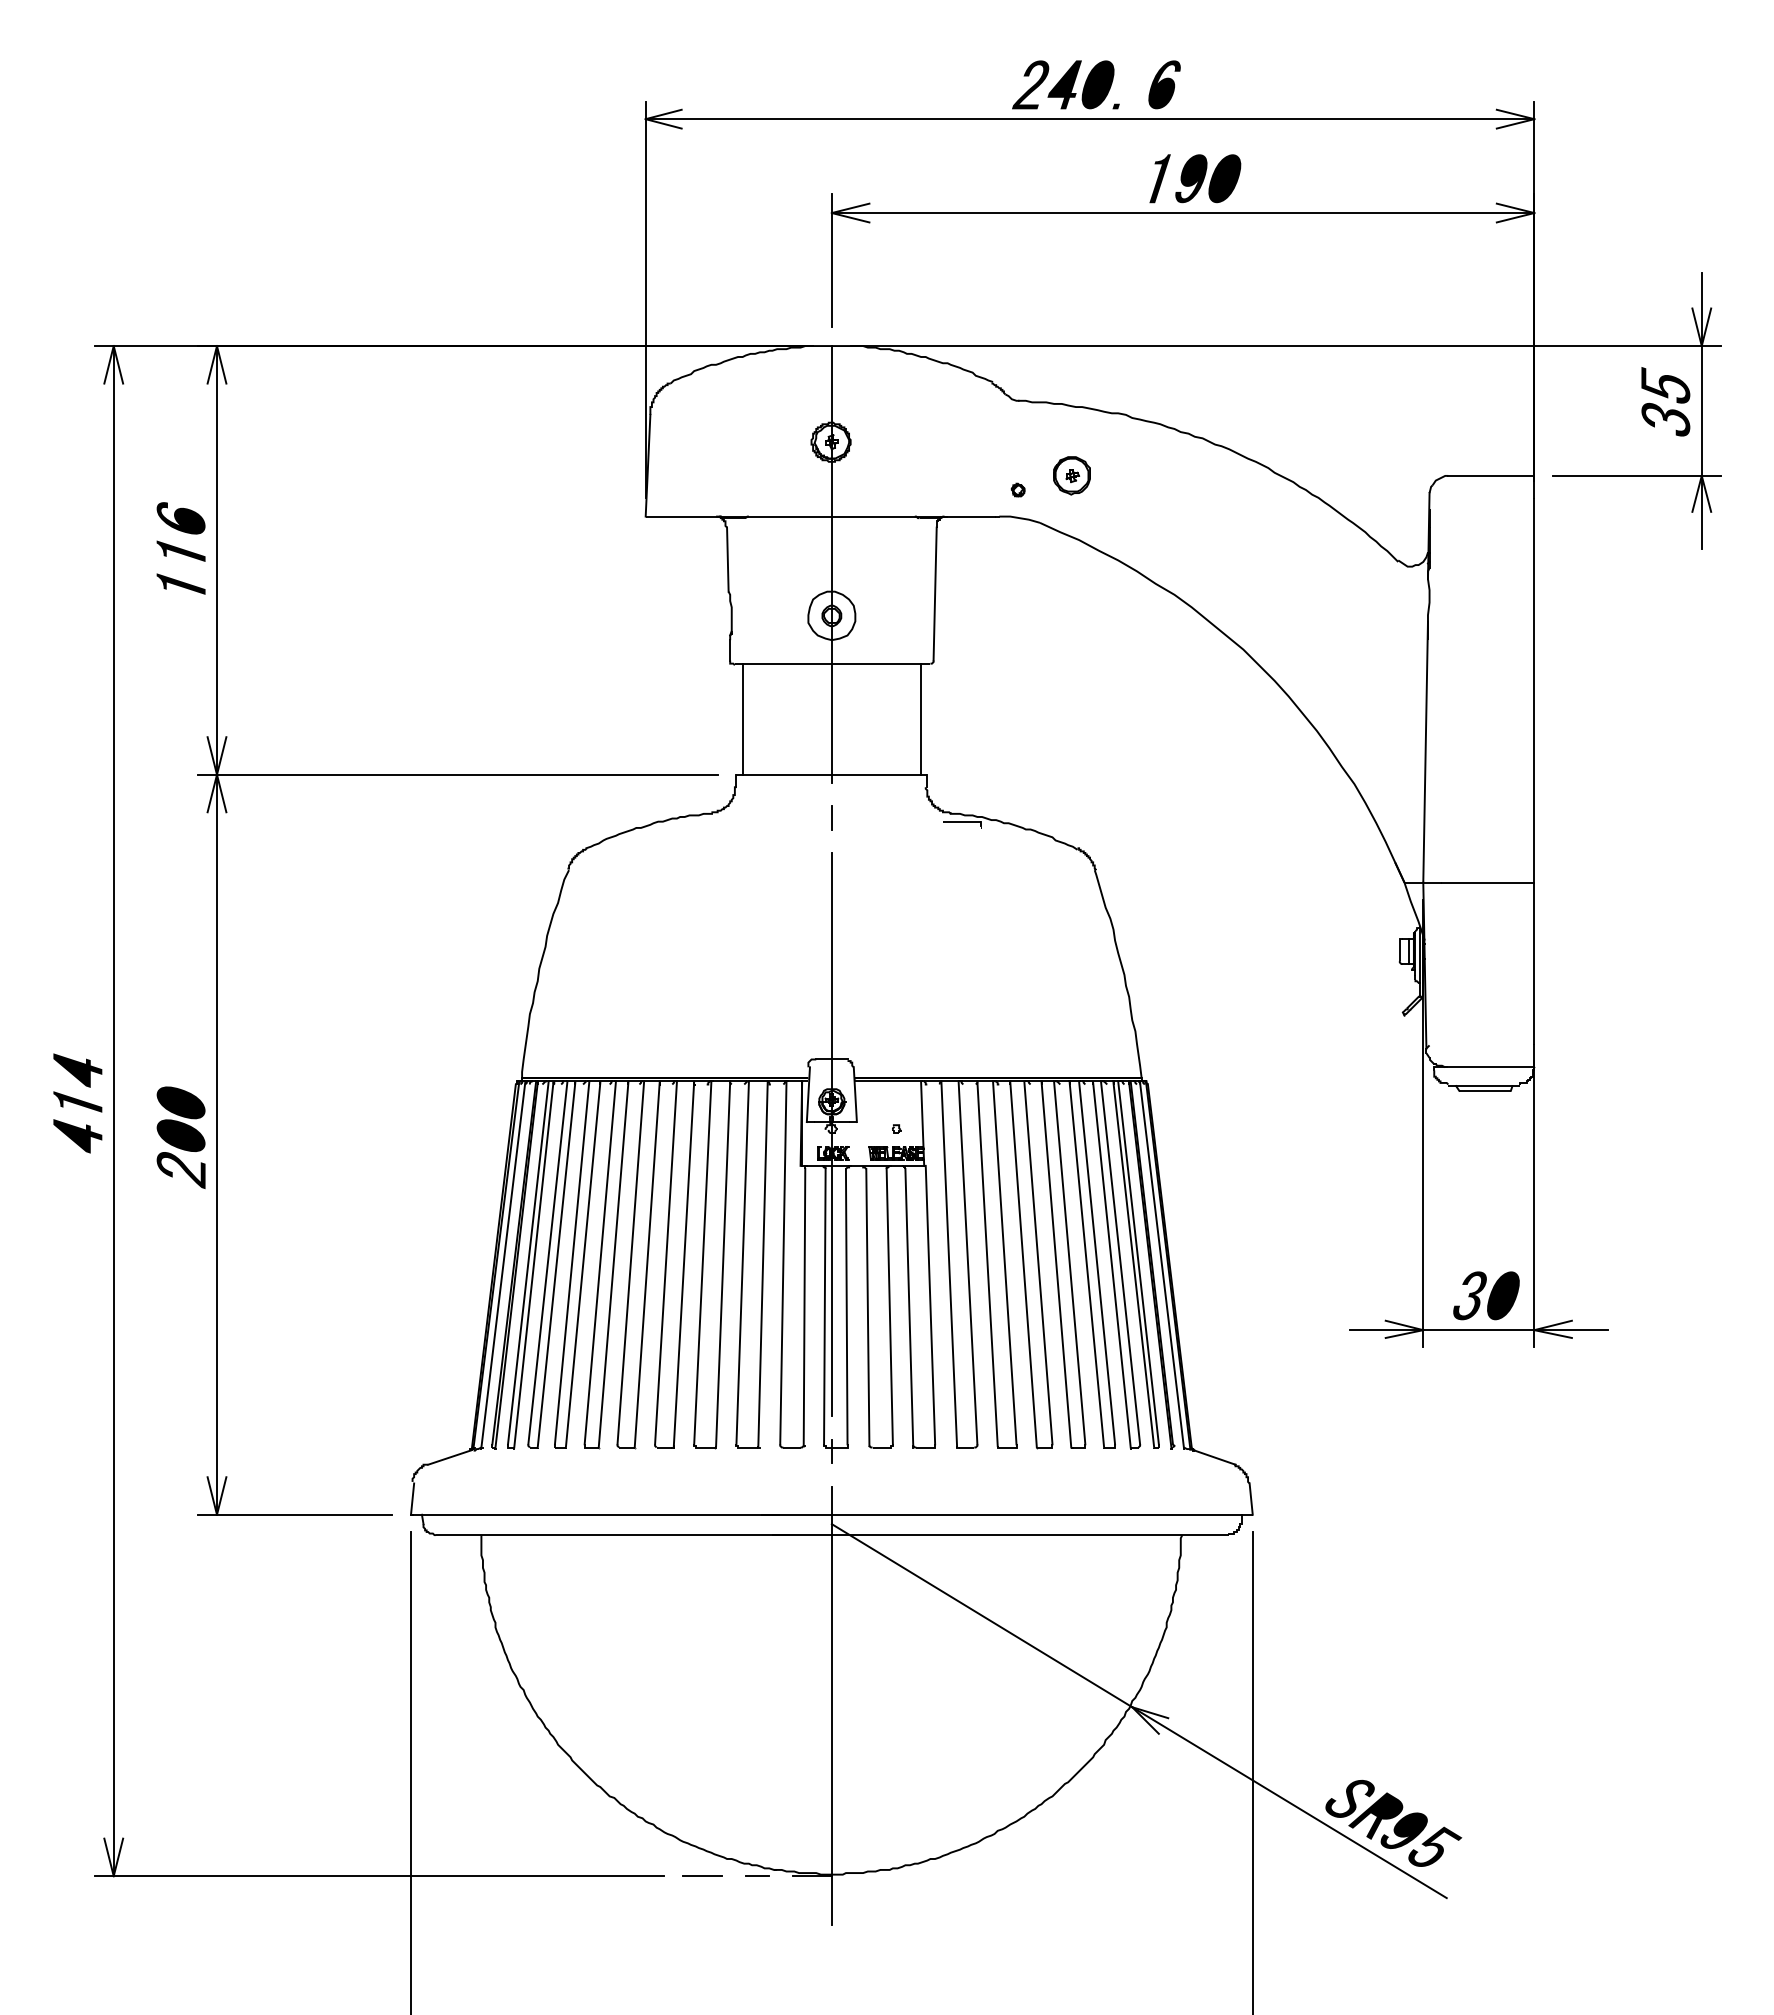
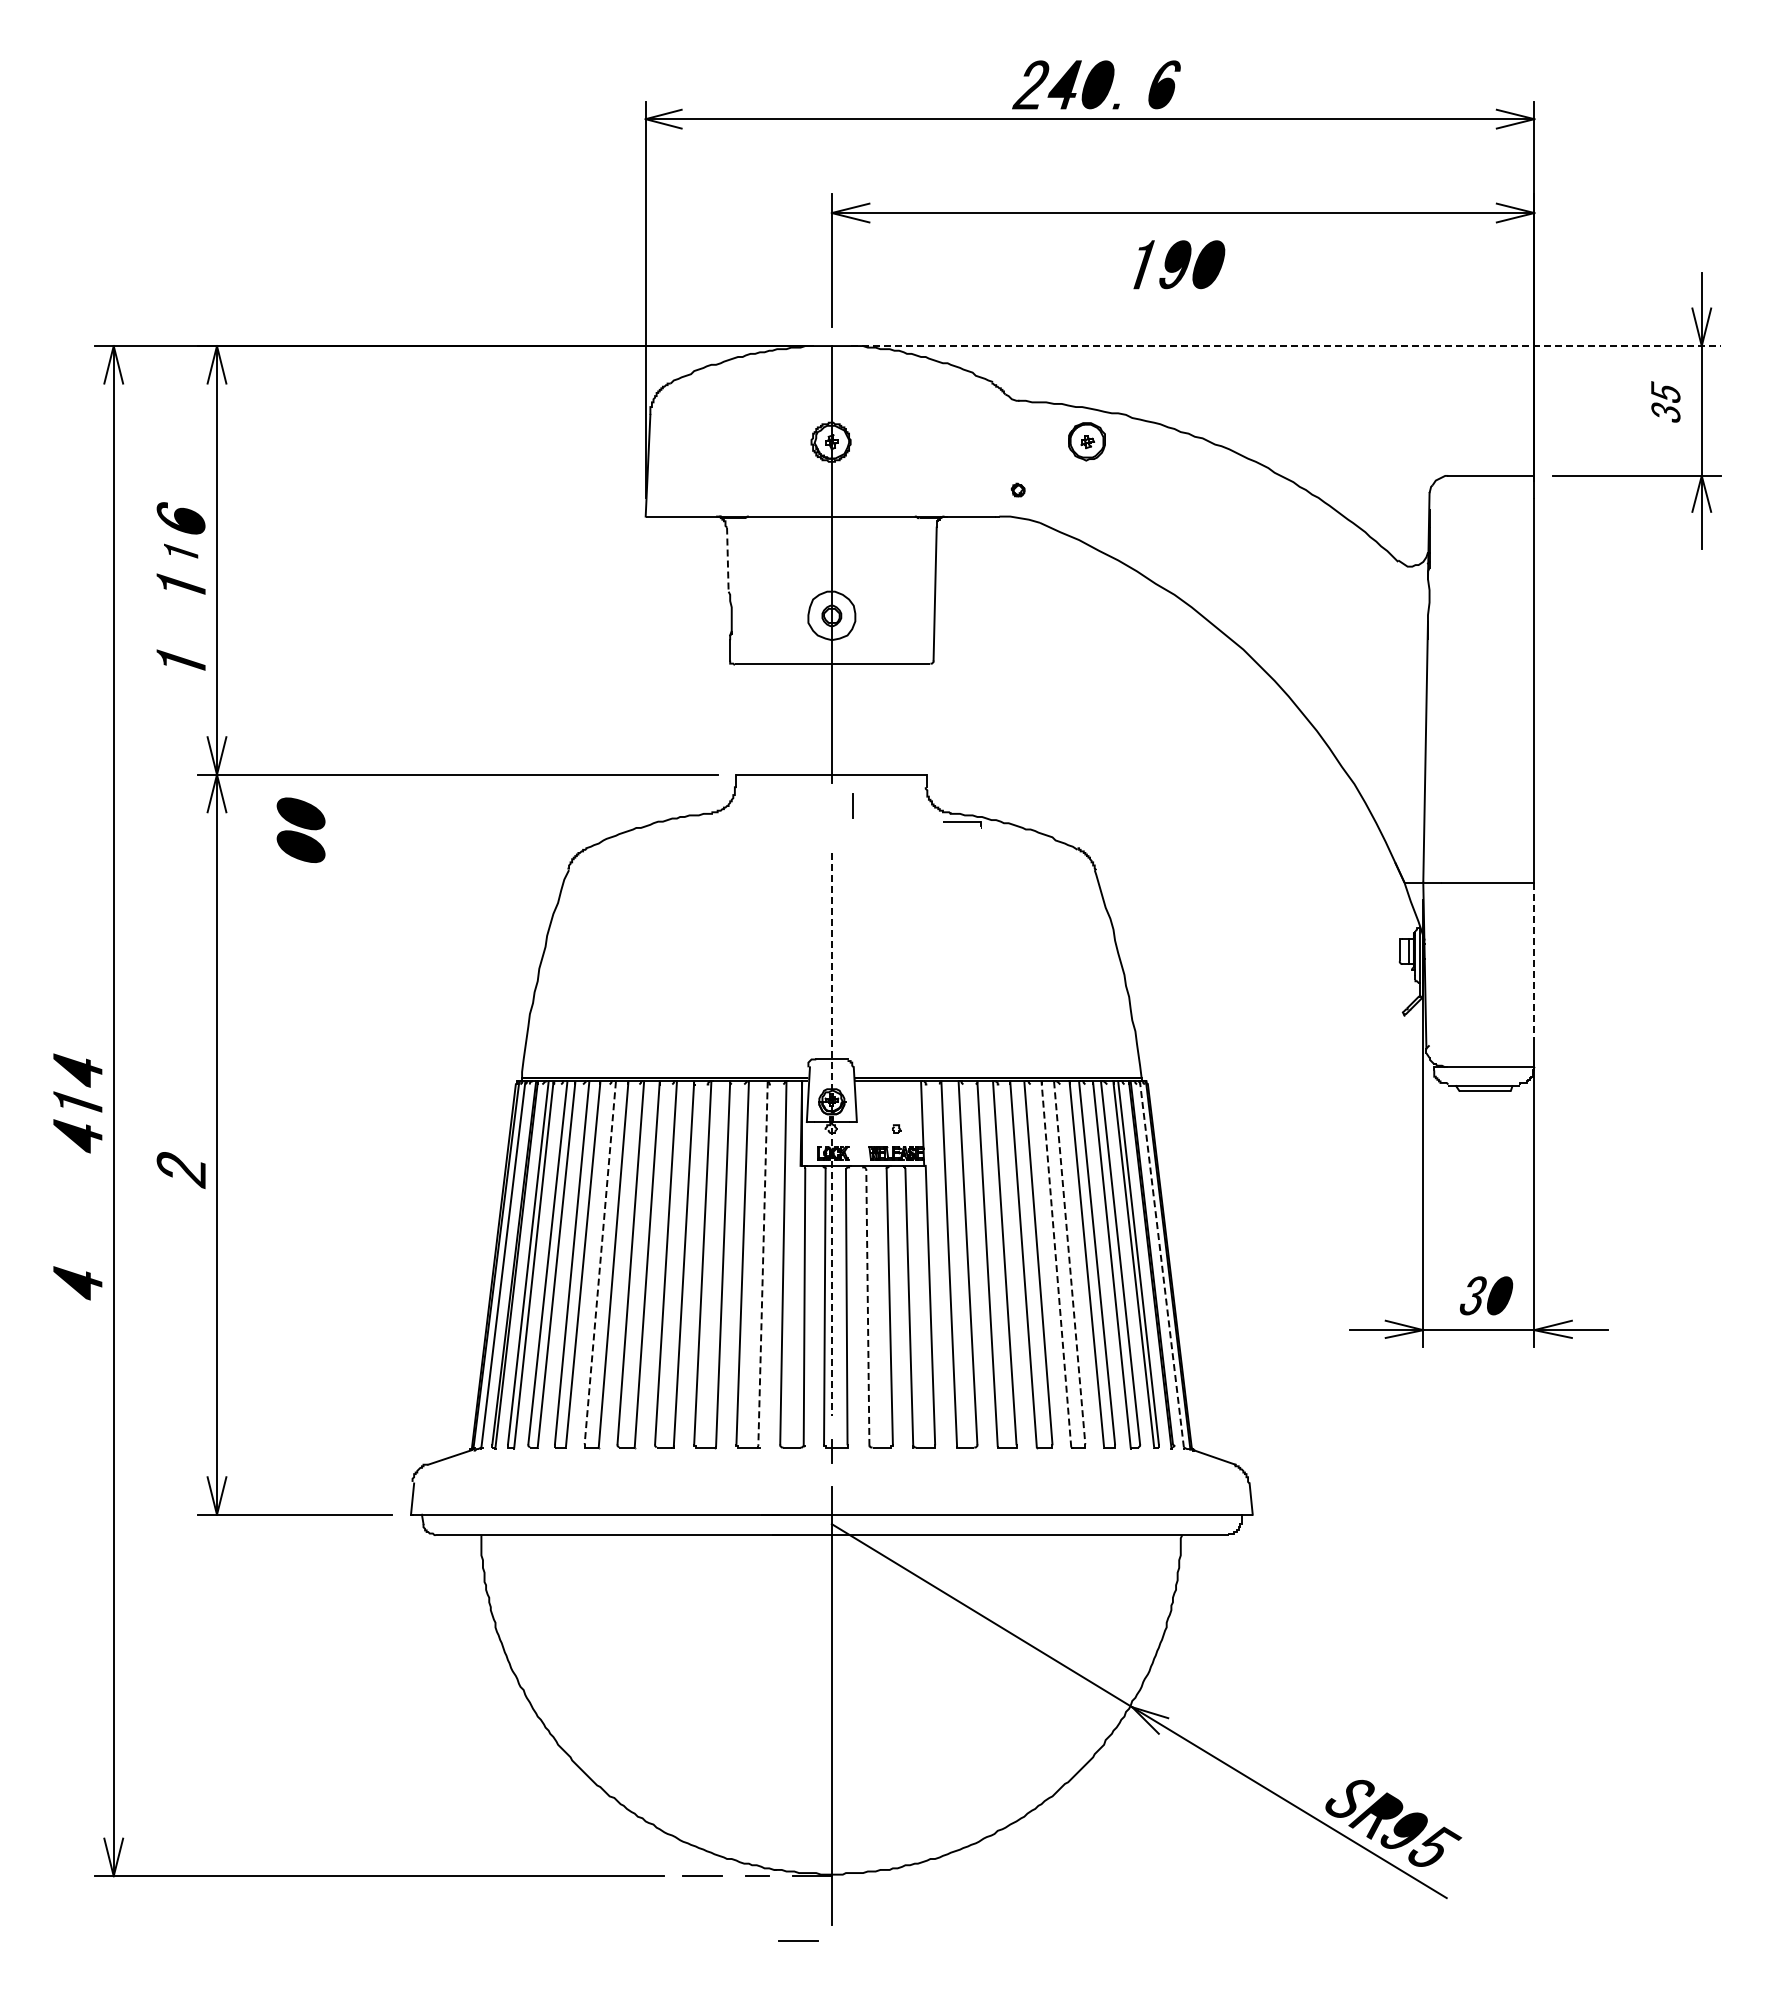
part at (1195, 178) position: (1195, 178) -> (1179, 264)
line at (1285, 346): solid -> dashed
part at (1665, 401) size: 50x70 px -> 30x42 px
part at (1071, 475) position: (1071, 475) -> (1086, 441)
part at (180, 550) size: 50x22 px -> 35x16 px
line at (727, 560): solid -> dashed
part at (180, 659): none -> present
line at (742, 718): present -> none
line at (921, 718): present -> none
line at (831, 817) position: (831, 817) -> (852, 805)
line at (1534, 963): solid -> dashed
part at (180, 1118) position: (180, 1118) -> (300, 829)
line at (831, 1134): solid -> dashed
line at (600, 1263): solid -> dashed
line at (1069, 1263): solid -> dashed
line at (763, 1264): solid -> dashed
line at (1056, 1264): solid -> dashed
line at (1162, 1265): solid -> dashed
part at (77, 1283): none -> present
part at (1486, 1295) size: 67x50 px -> 54x40 px
line at (867, 1306): solid -> dashed
line at (411, 1771): present -> none
line at (1252, 1771): present -> none
line at (798, 1940): none -> present
